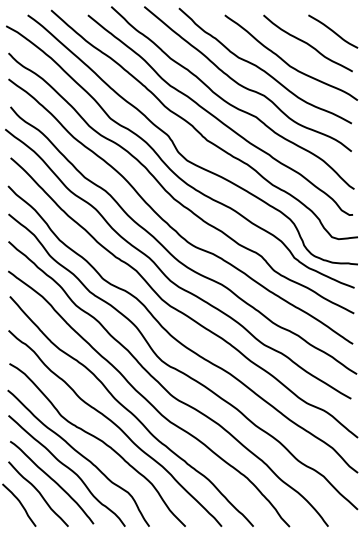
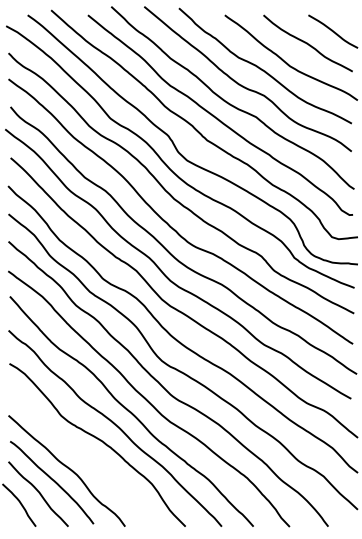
curve at (80, 455): present -> none
